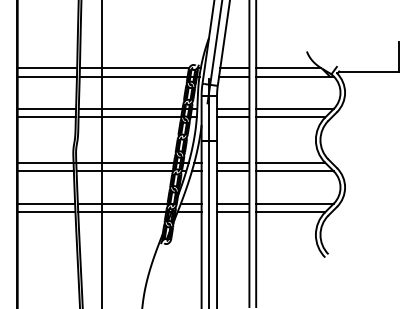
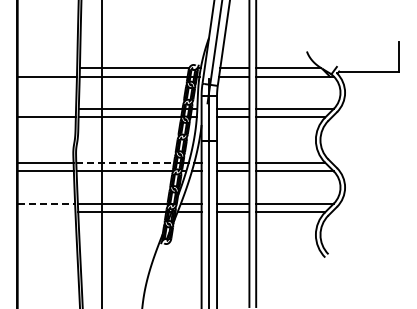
line at (47, 68): present -> none
line at (46, 108): present -> none
line at (125, 162): solid -> dashed
line at (46, 203): solid -> dashed
line at (46, 212): present -> none
